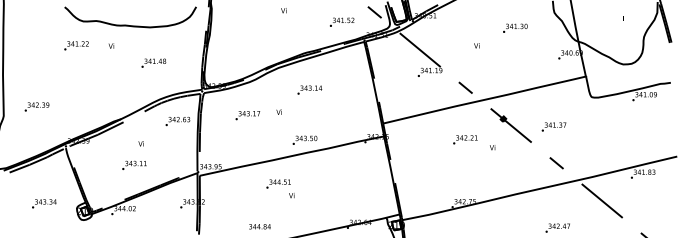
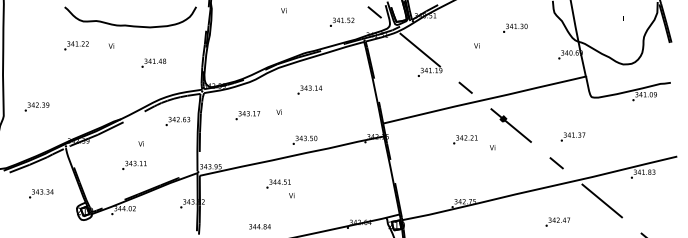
text at (553, 126) position: (553, 126) -> (572, 136)
text at (44, 203) position: (44, 203) -> (41, 193)
text at (557, 227) position: (557, 227) -> (557, 221)
